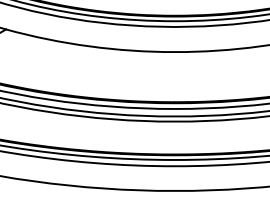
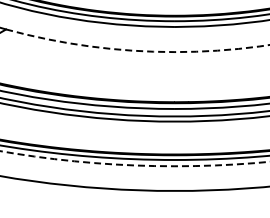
arc at (137, 50): solid -> dashed
arc at (134, 165): solid -> dashed
